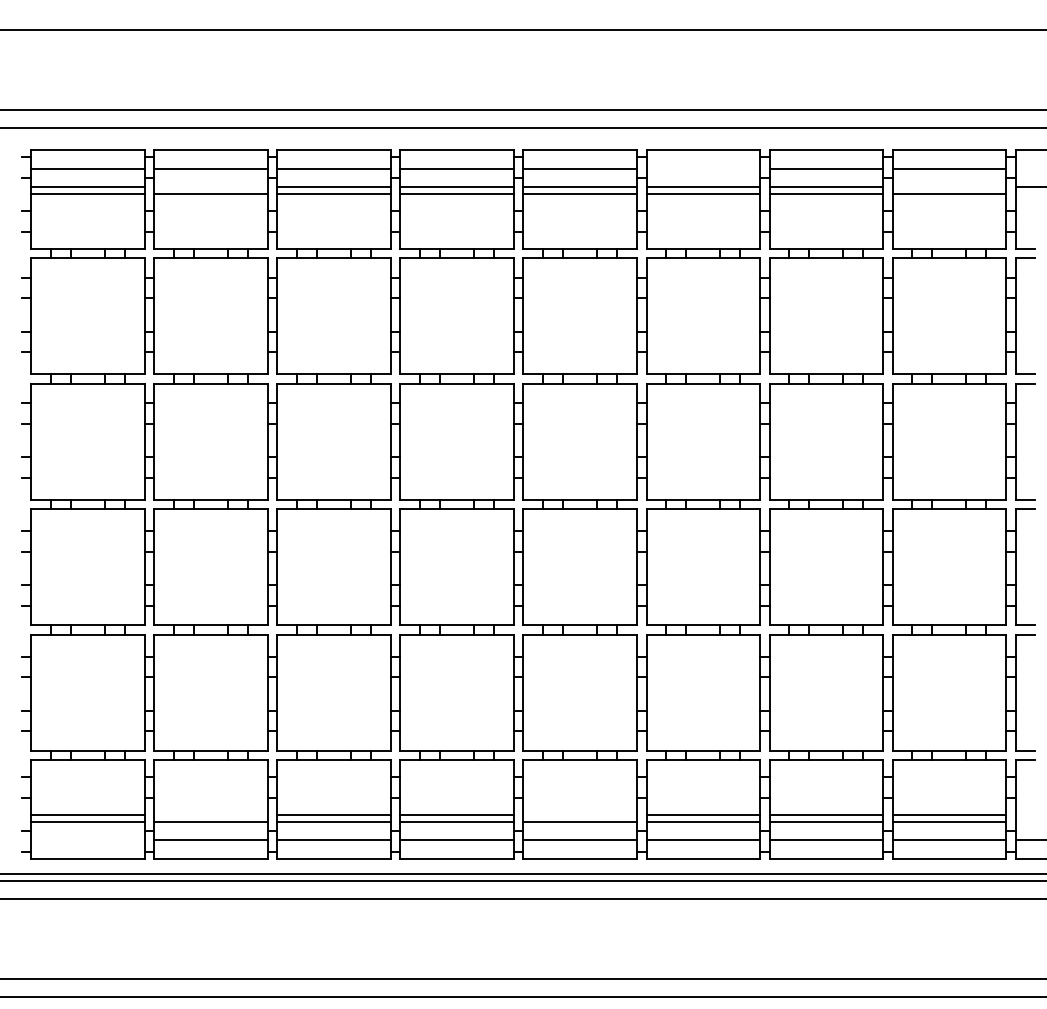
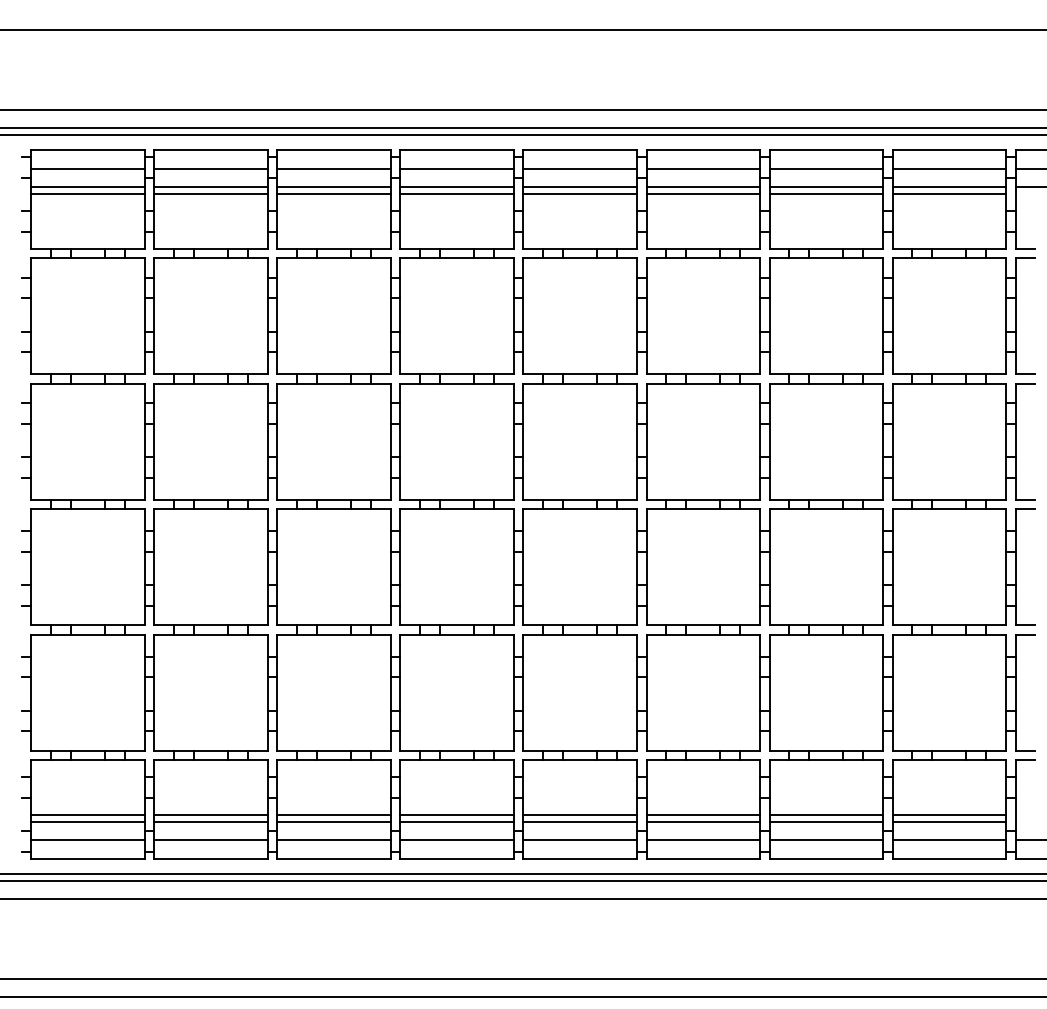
line at (522, 135): none -> present
line at (702, 169): none -> present
line at (1029, 169): none -> present
line at (210, 187): none -> present
line at (948, 187): none -> present
line at (210, 814): none -> present
line at (579, 814): none -> present
line at (87, 839): none -> present
